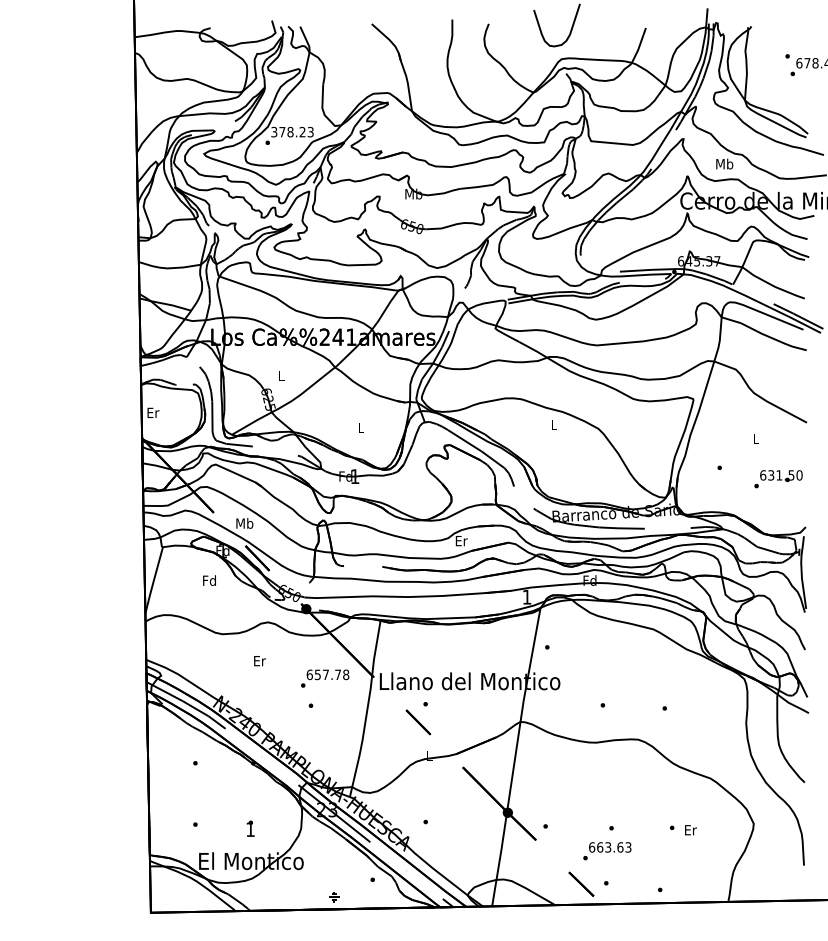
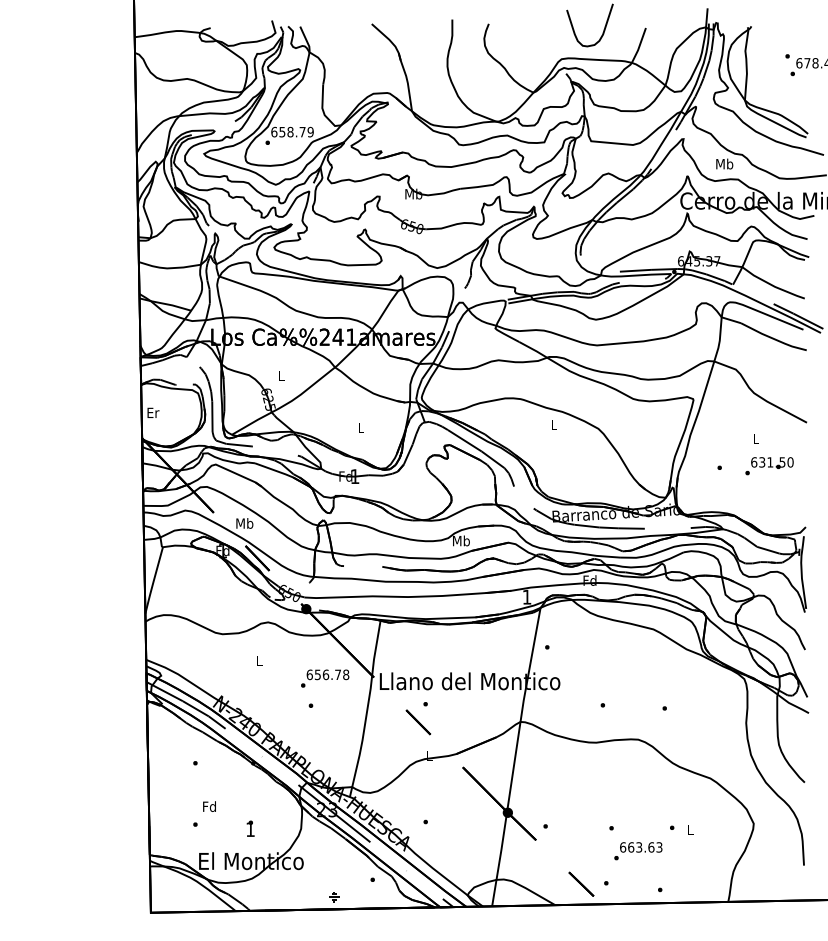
curve at (570, 29) position: (570, 29) -> (603, 29)
text at (292, 131): 378.23 -> 658.79
text at (778, 479) position: (778, 479) -> (769, 466)
text at (461, 540): Er -> Mb
text at (209, 580) position: (209, 580) -> (209, 806)
text at (259, 661): Er -> L
text at (325, 674): 657.78 -> 656.78
text at (690, 830): Er -> L
text at (607, 851) position: (607, 851) -> (638, 851)
